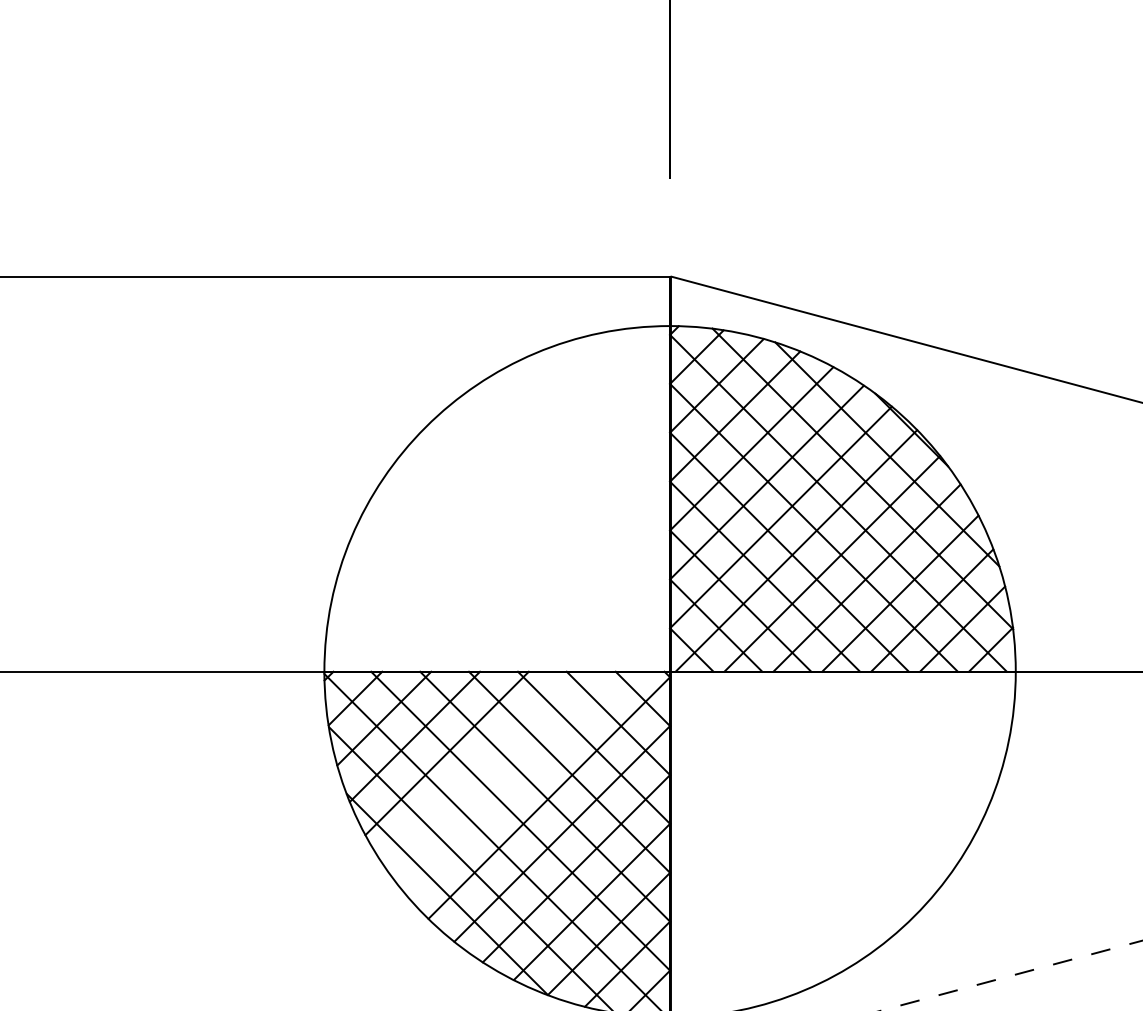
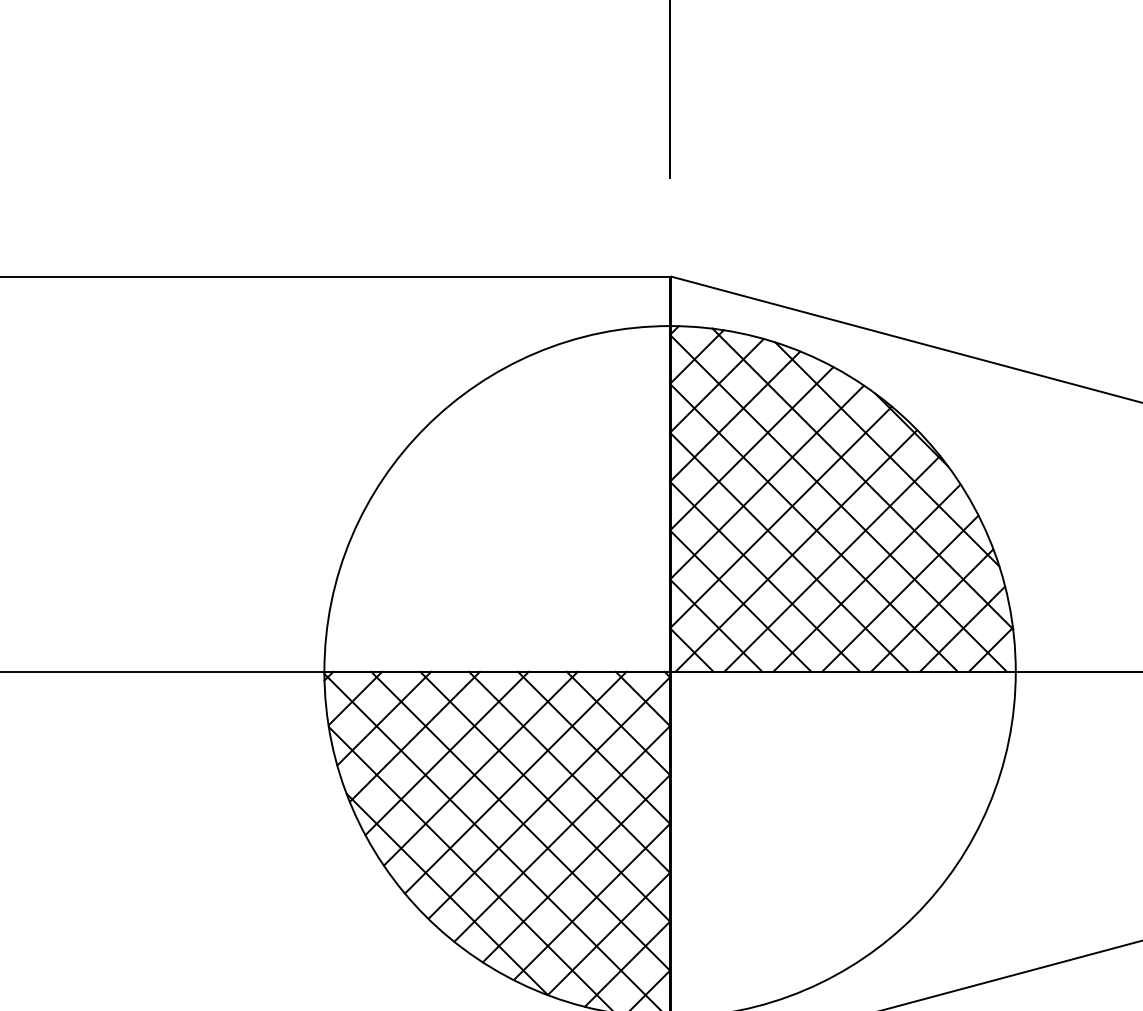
line at (480, 768): none -> present
line at (515, 782): none -> present
line at (1011, 975): dashed -> solid
